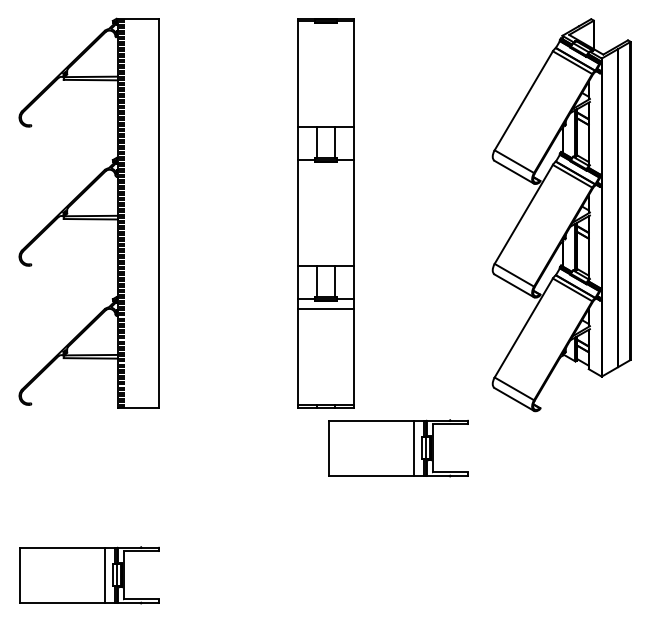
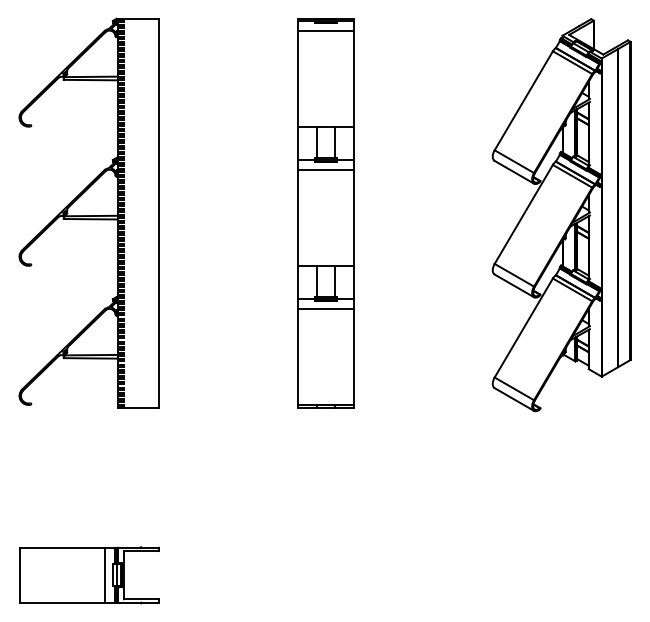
line at (325, 31): none -> present
line at (325, 170): none -> present
part at (398, 448): present -> none
